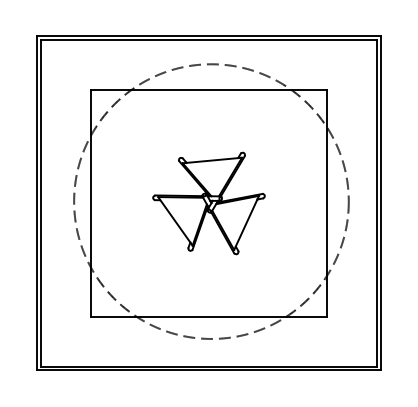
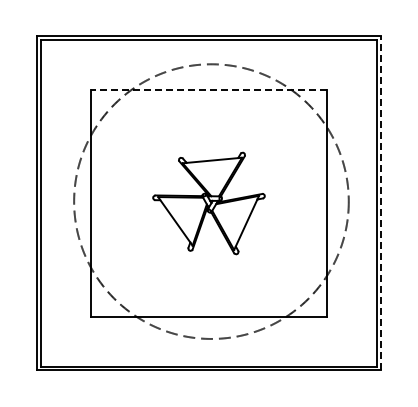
line at (208, 90): solid -> dashed
line at (381, 203): solid -> dashed
